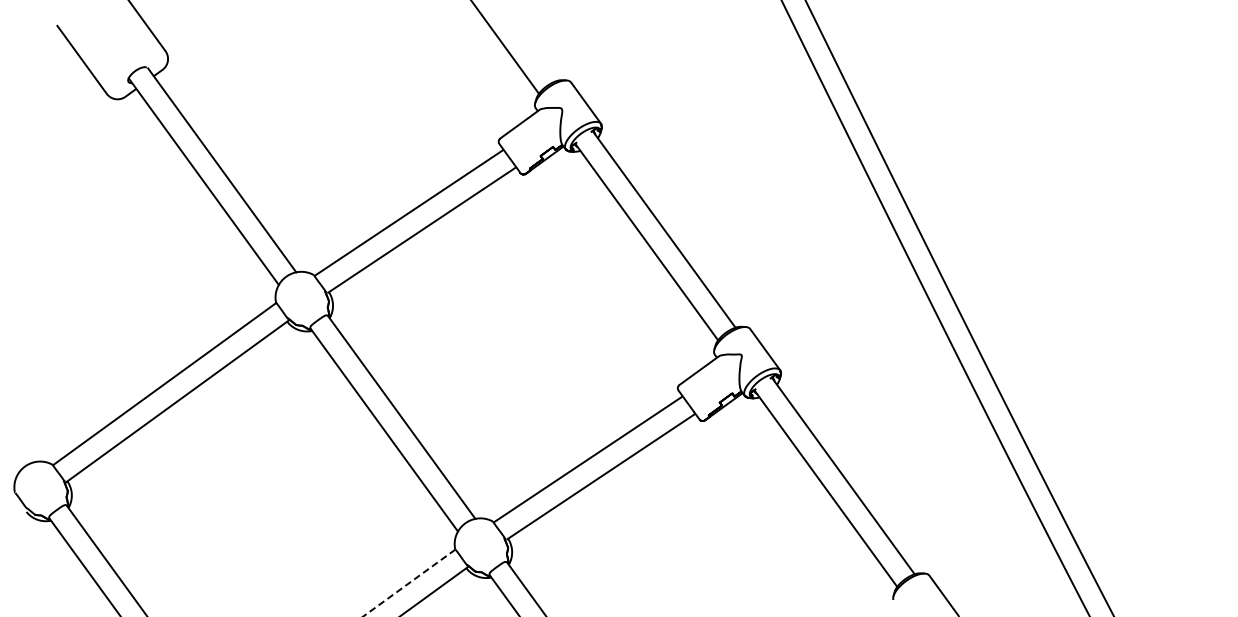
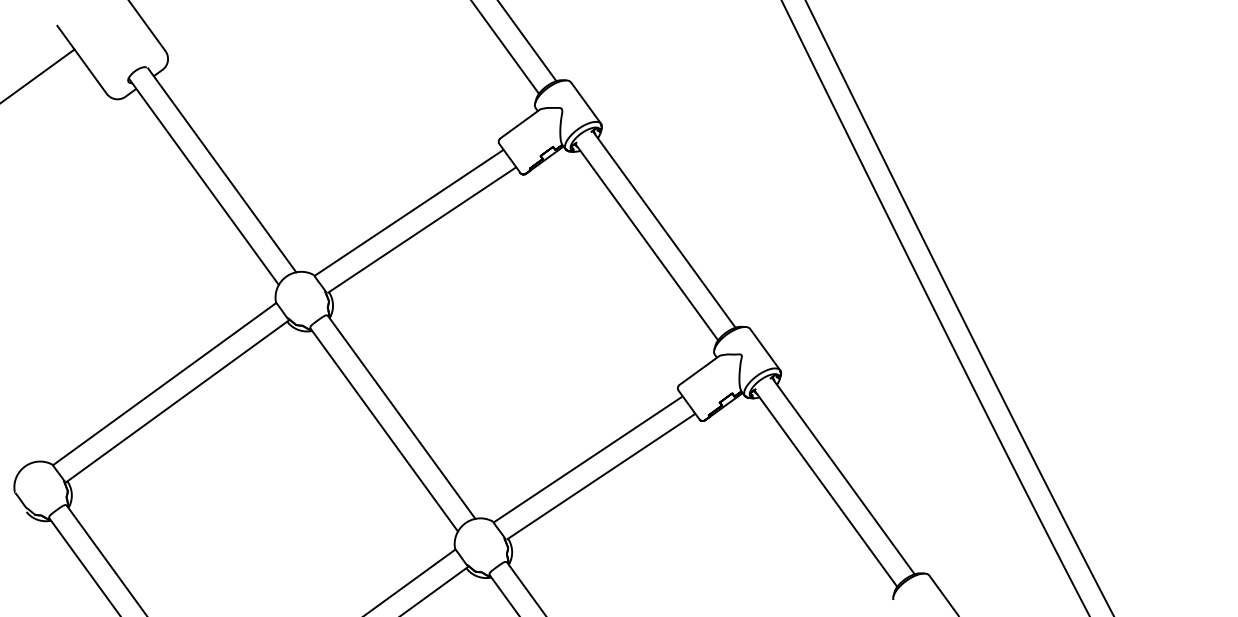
line at (527, 41): none -> present
line at (38, 75): none -> present
line at (409, 583): dashed -> solid
